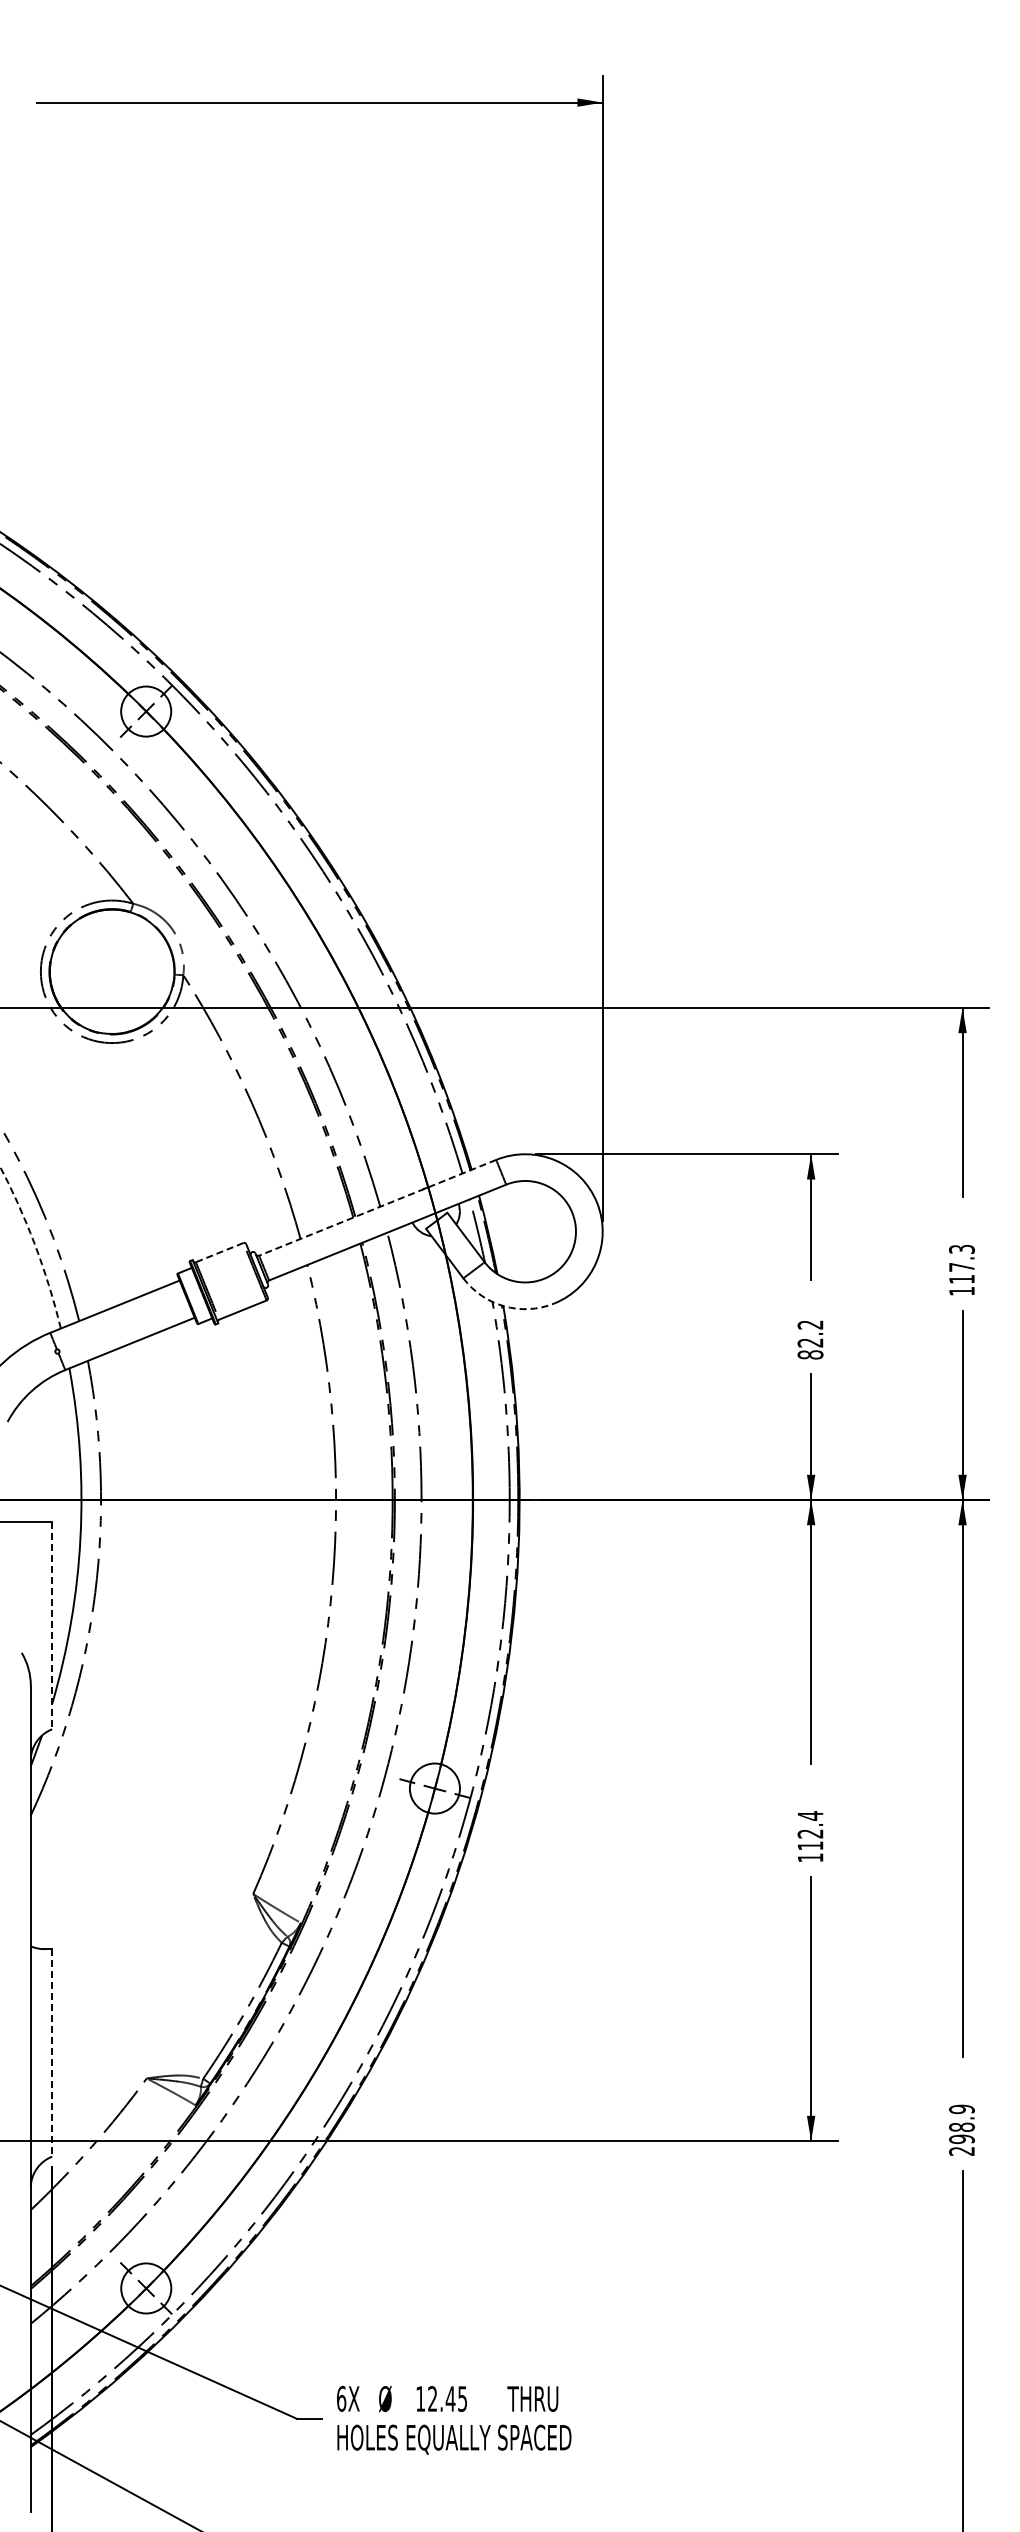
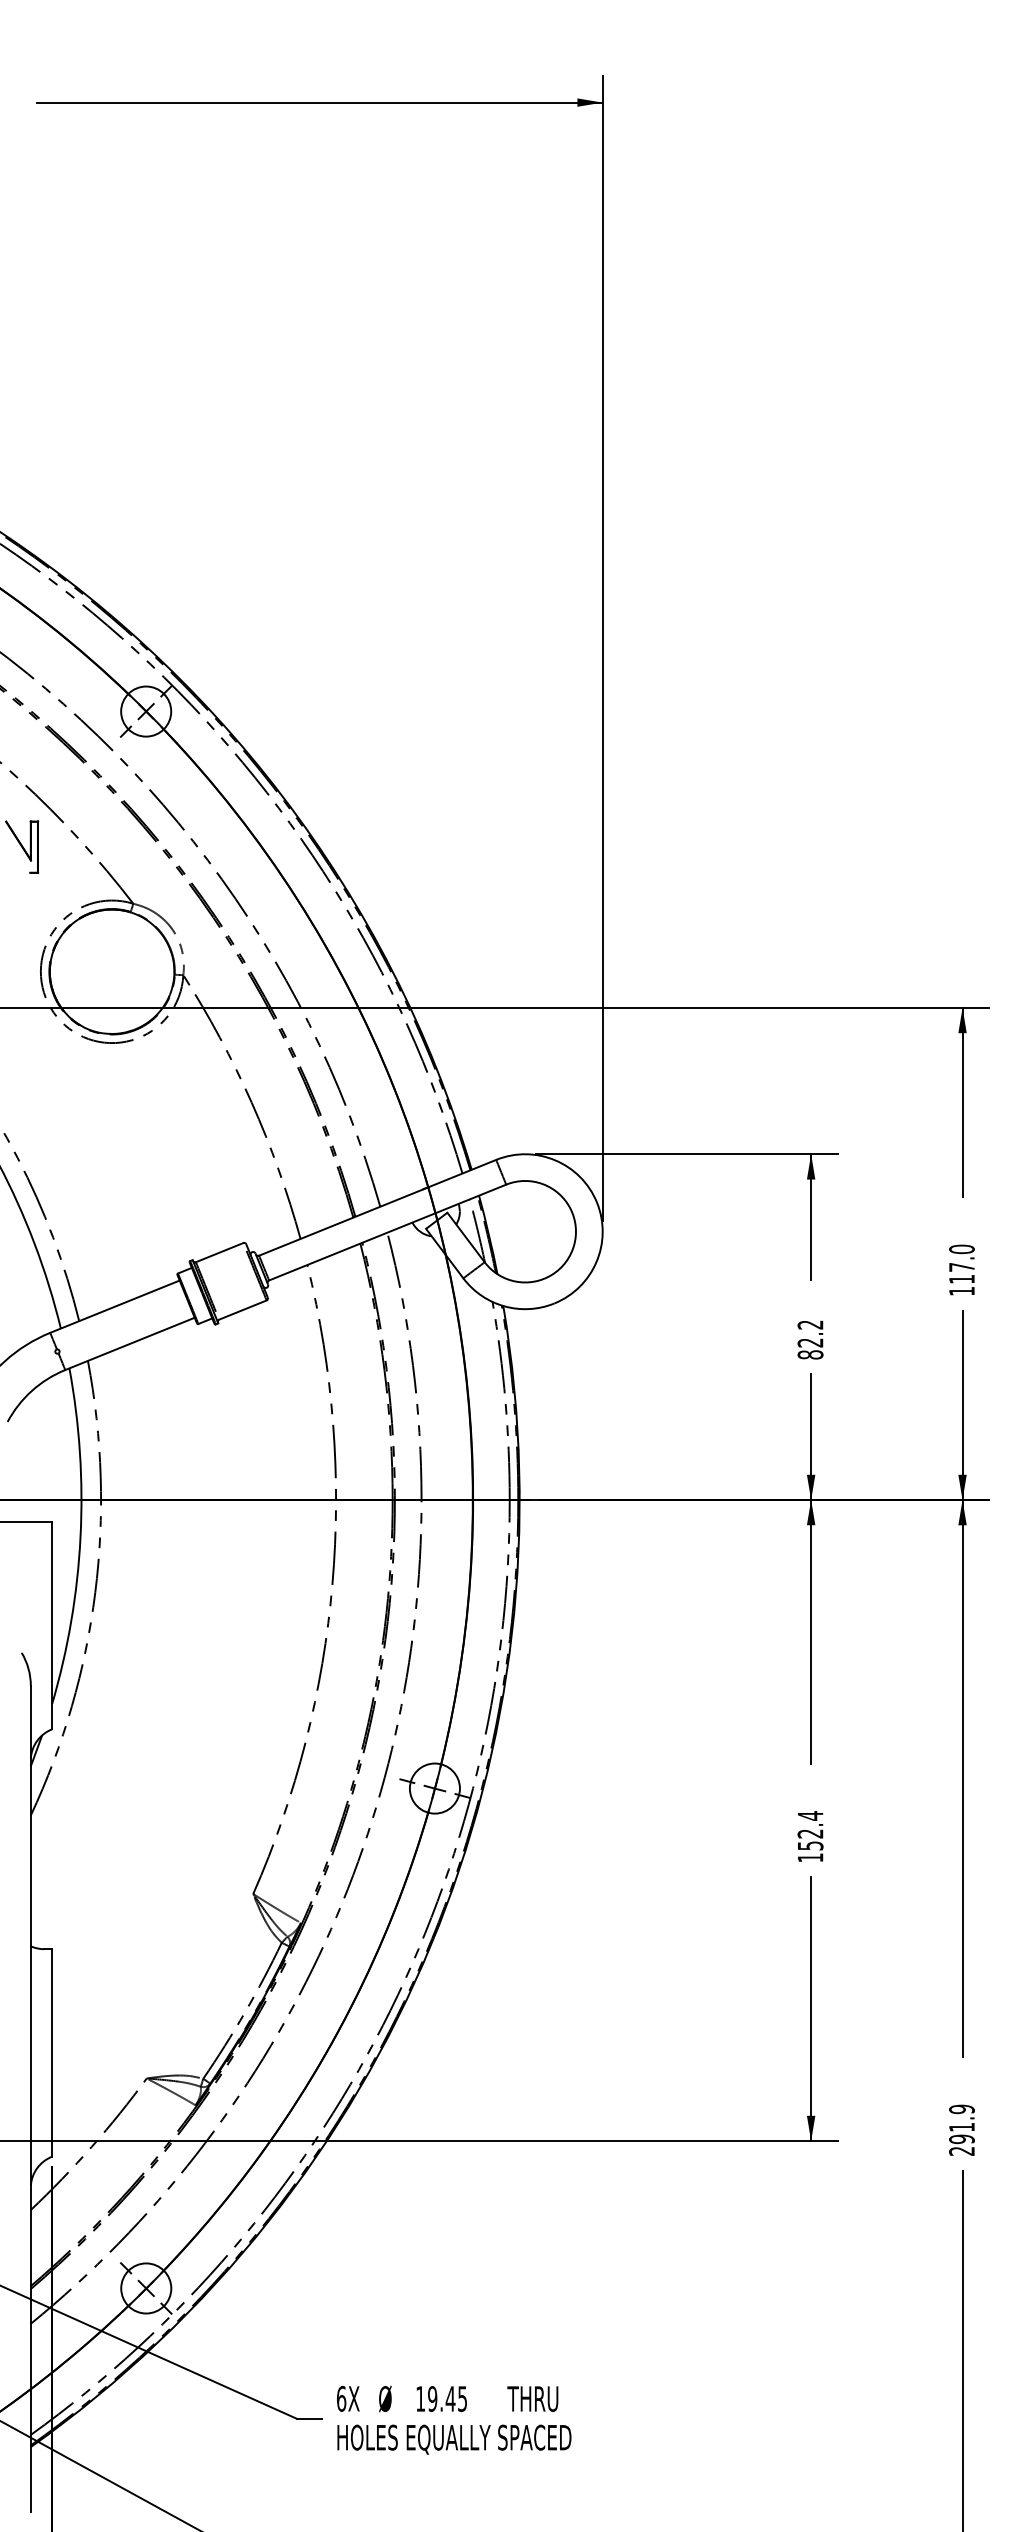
part at (22, 846): none -> present
line at (377, 1207): dashed -> solid
arc at (35, 1245): dashed -> solid
text at (961, 1249): 117.3 -> 117.0
line at (219, 1252): dashed -> solid
arc at (504, 1306): dashed -> solid
line at (52, 1625): dashed -> solid
text at (810, 1845): 112.4 -> 152.4
line at (52, 2052): dashed -> solid
text at (961, 2126): 298.9 -> 291.9
text at (432, 2398): 12.45 -> 19.45
